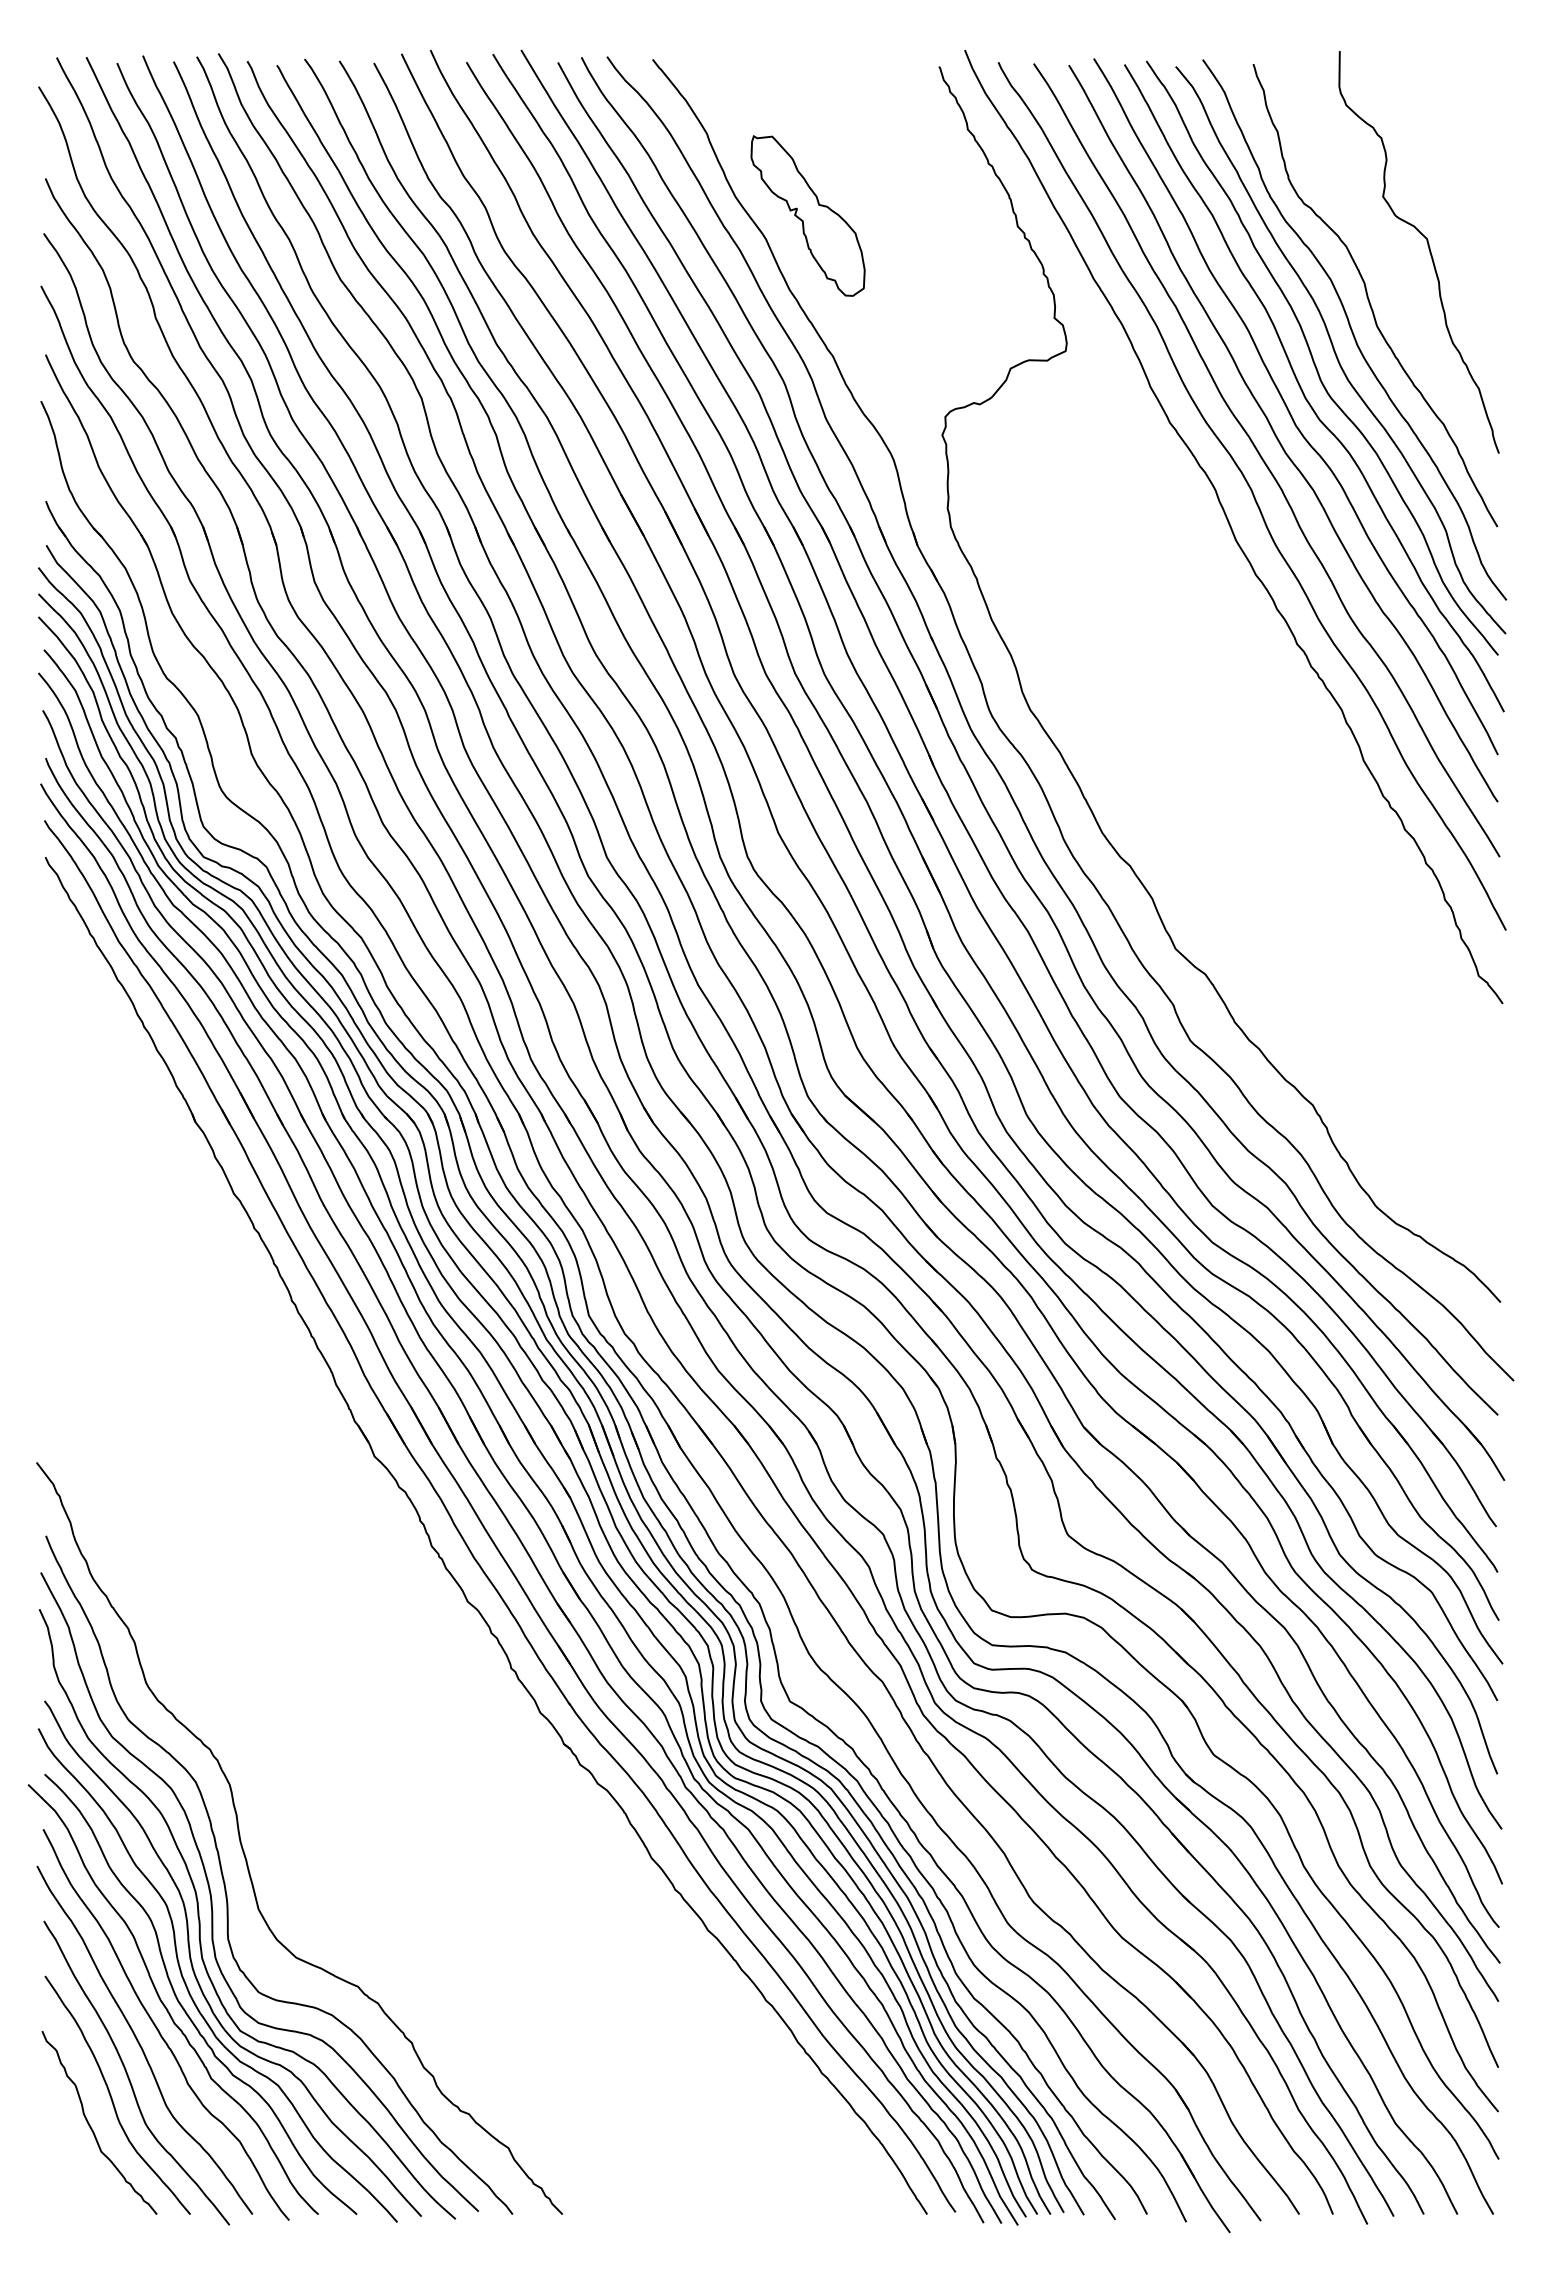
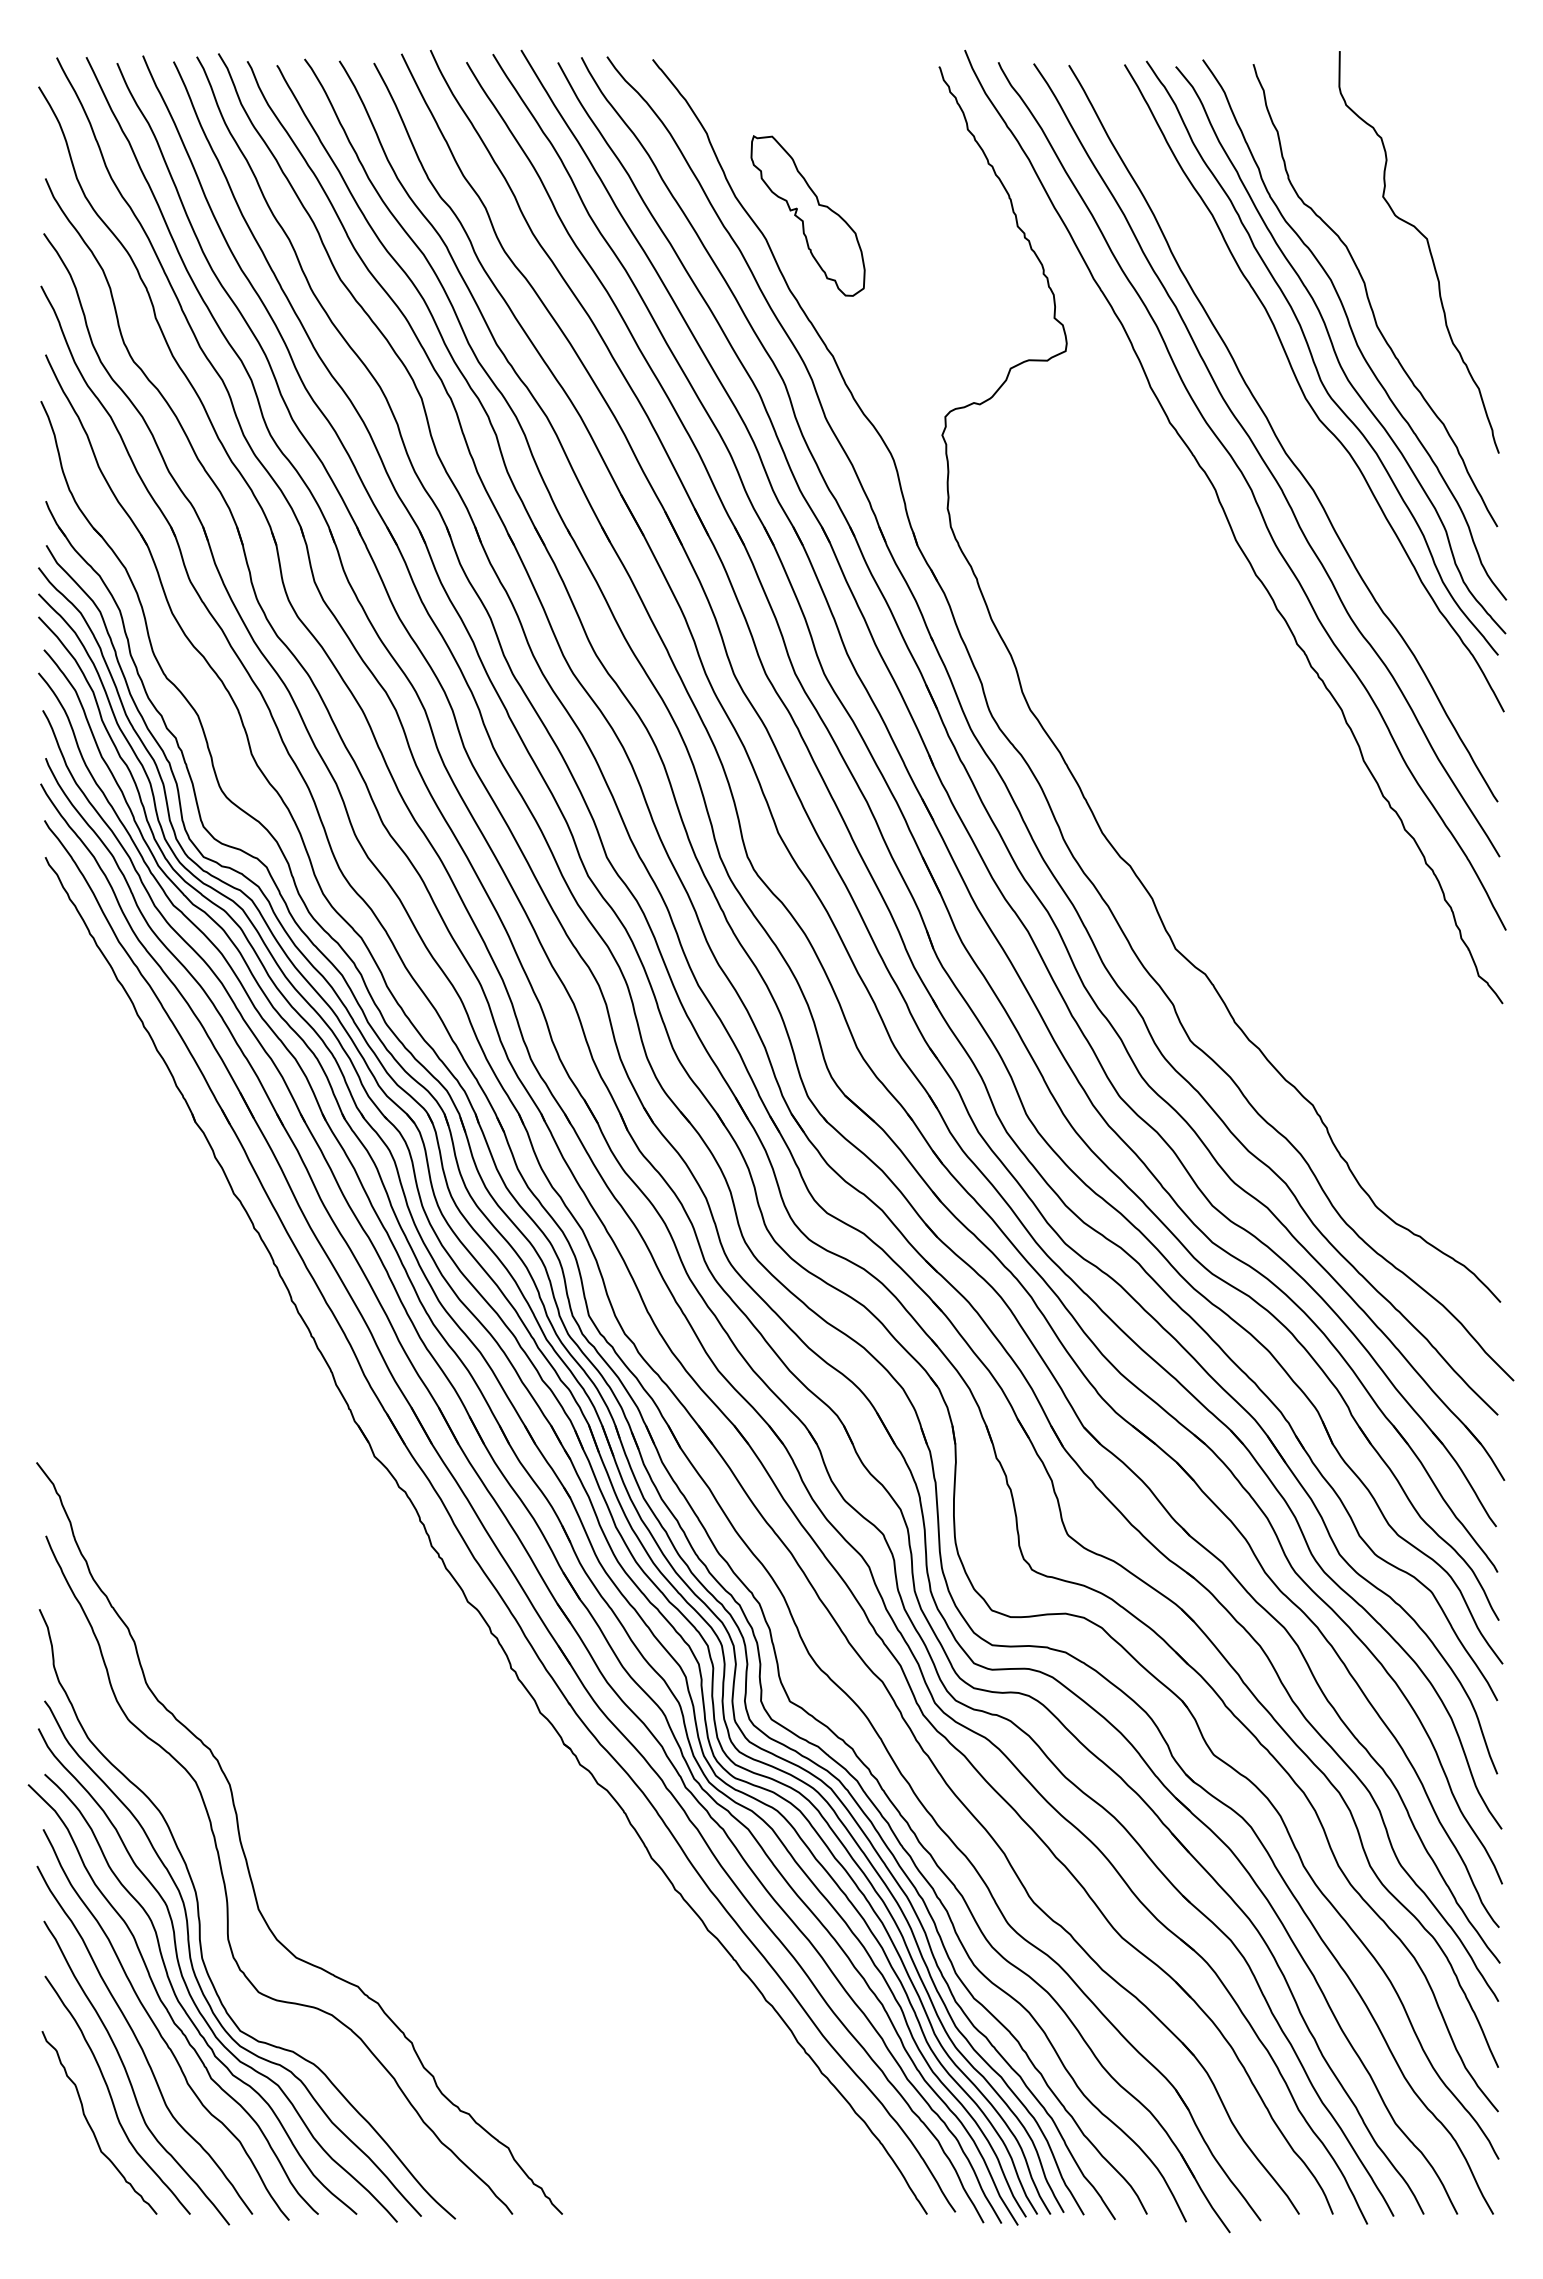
curve at (1289, 410): present -> none
curve at (212, 1899): present -> none
